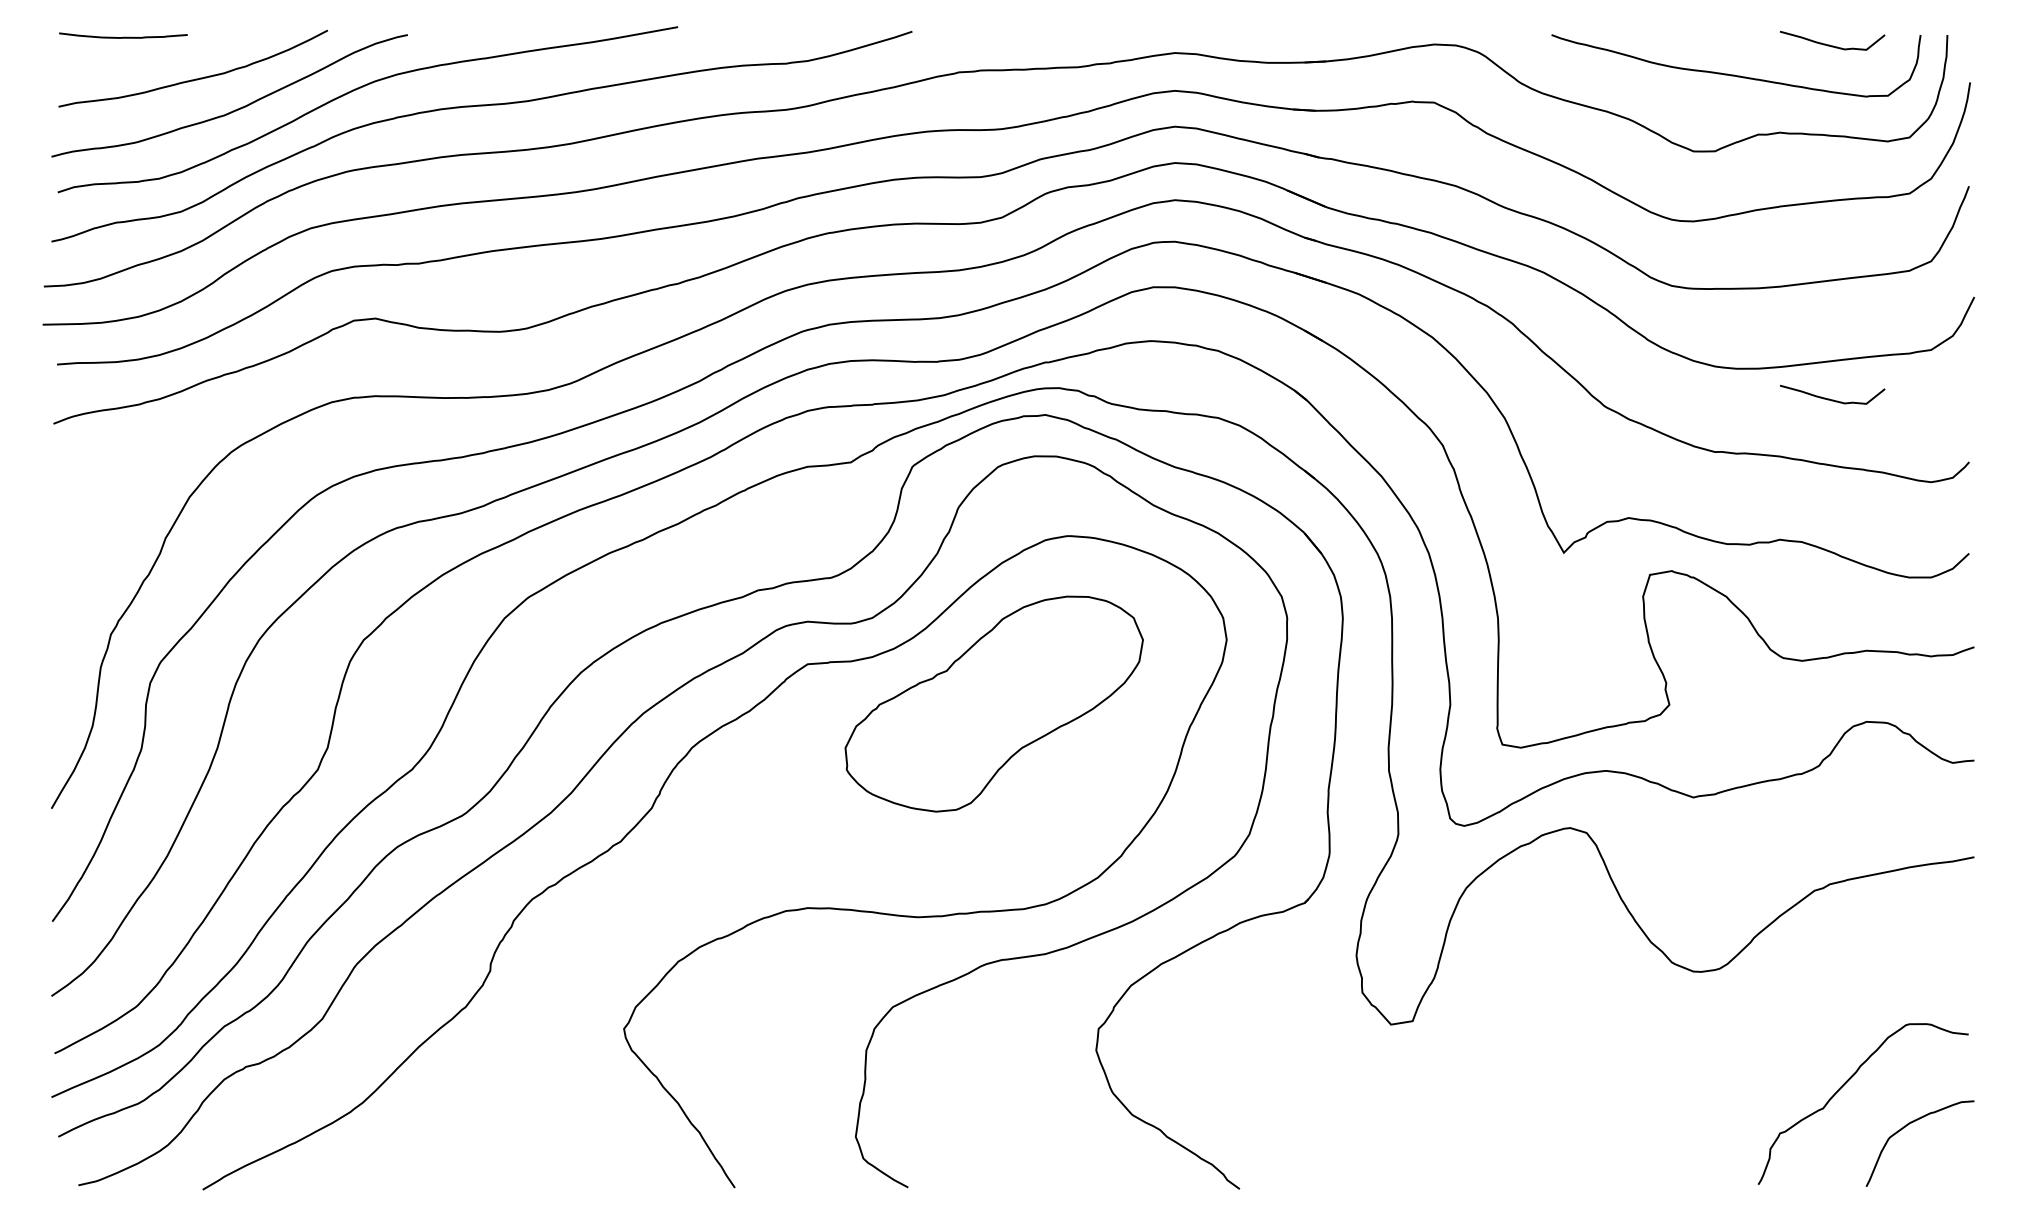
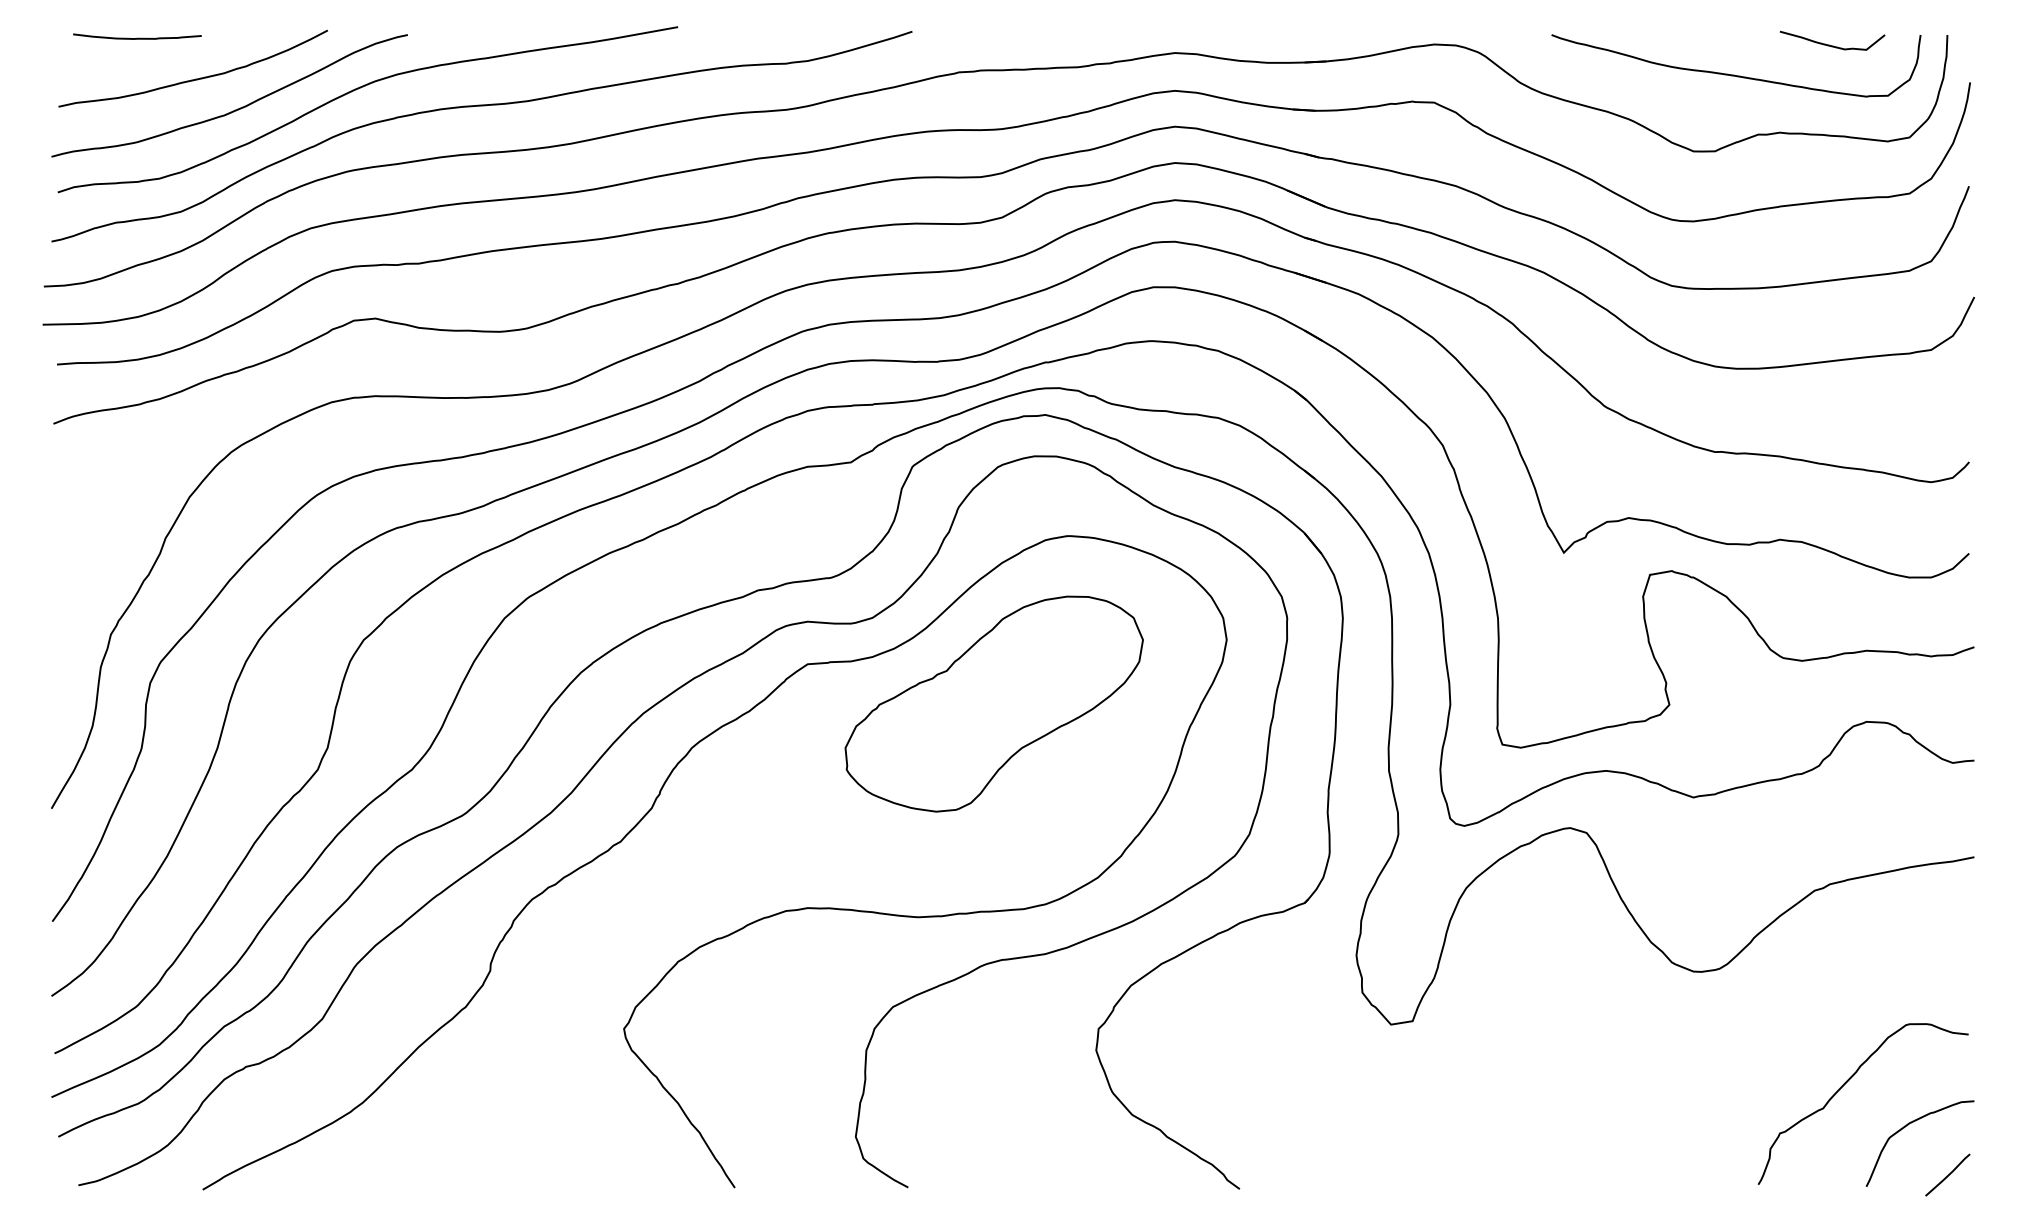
curve at (123, 36) position: (123, 36) -> (137, 37)
curve at (1829, 398): present -> none
line at (1948, 1174): none -> present
